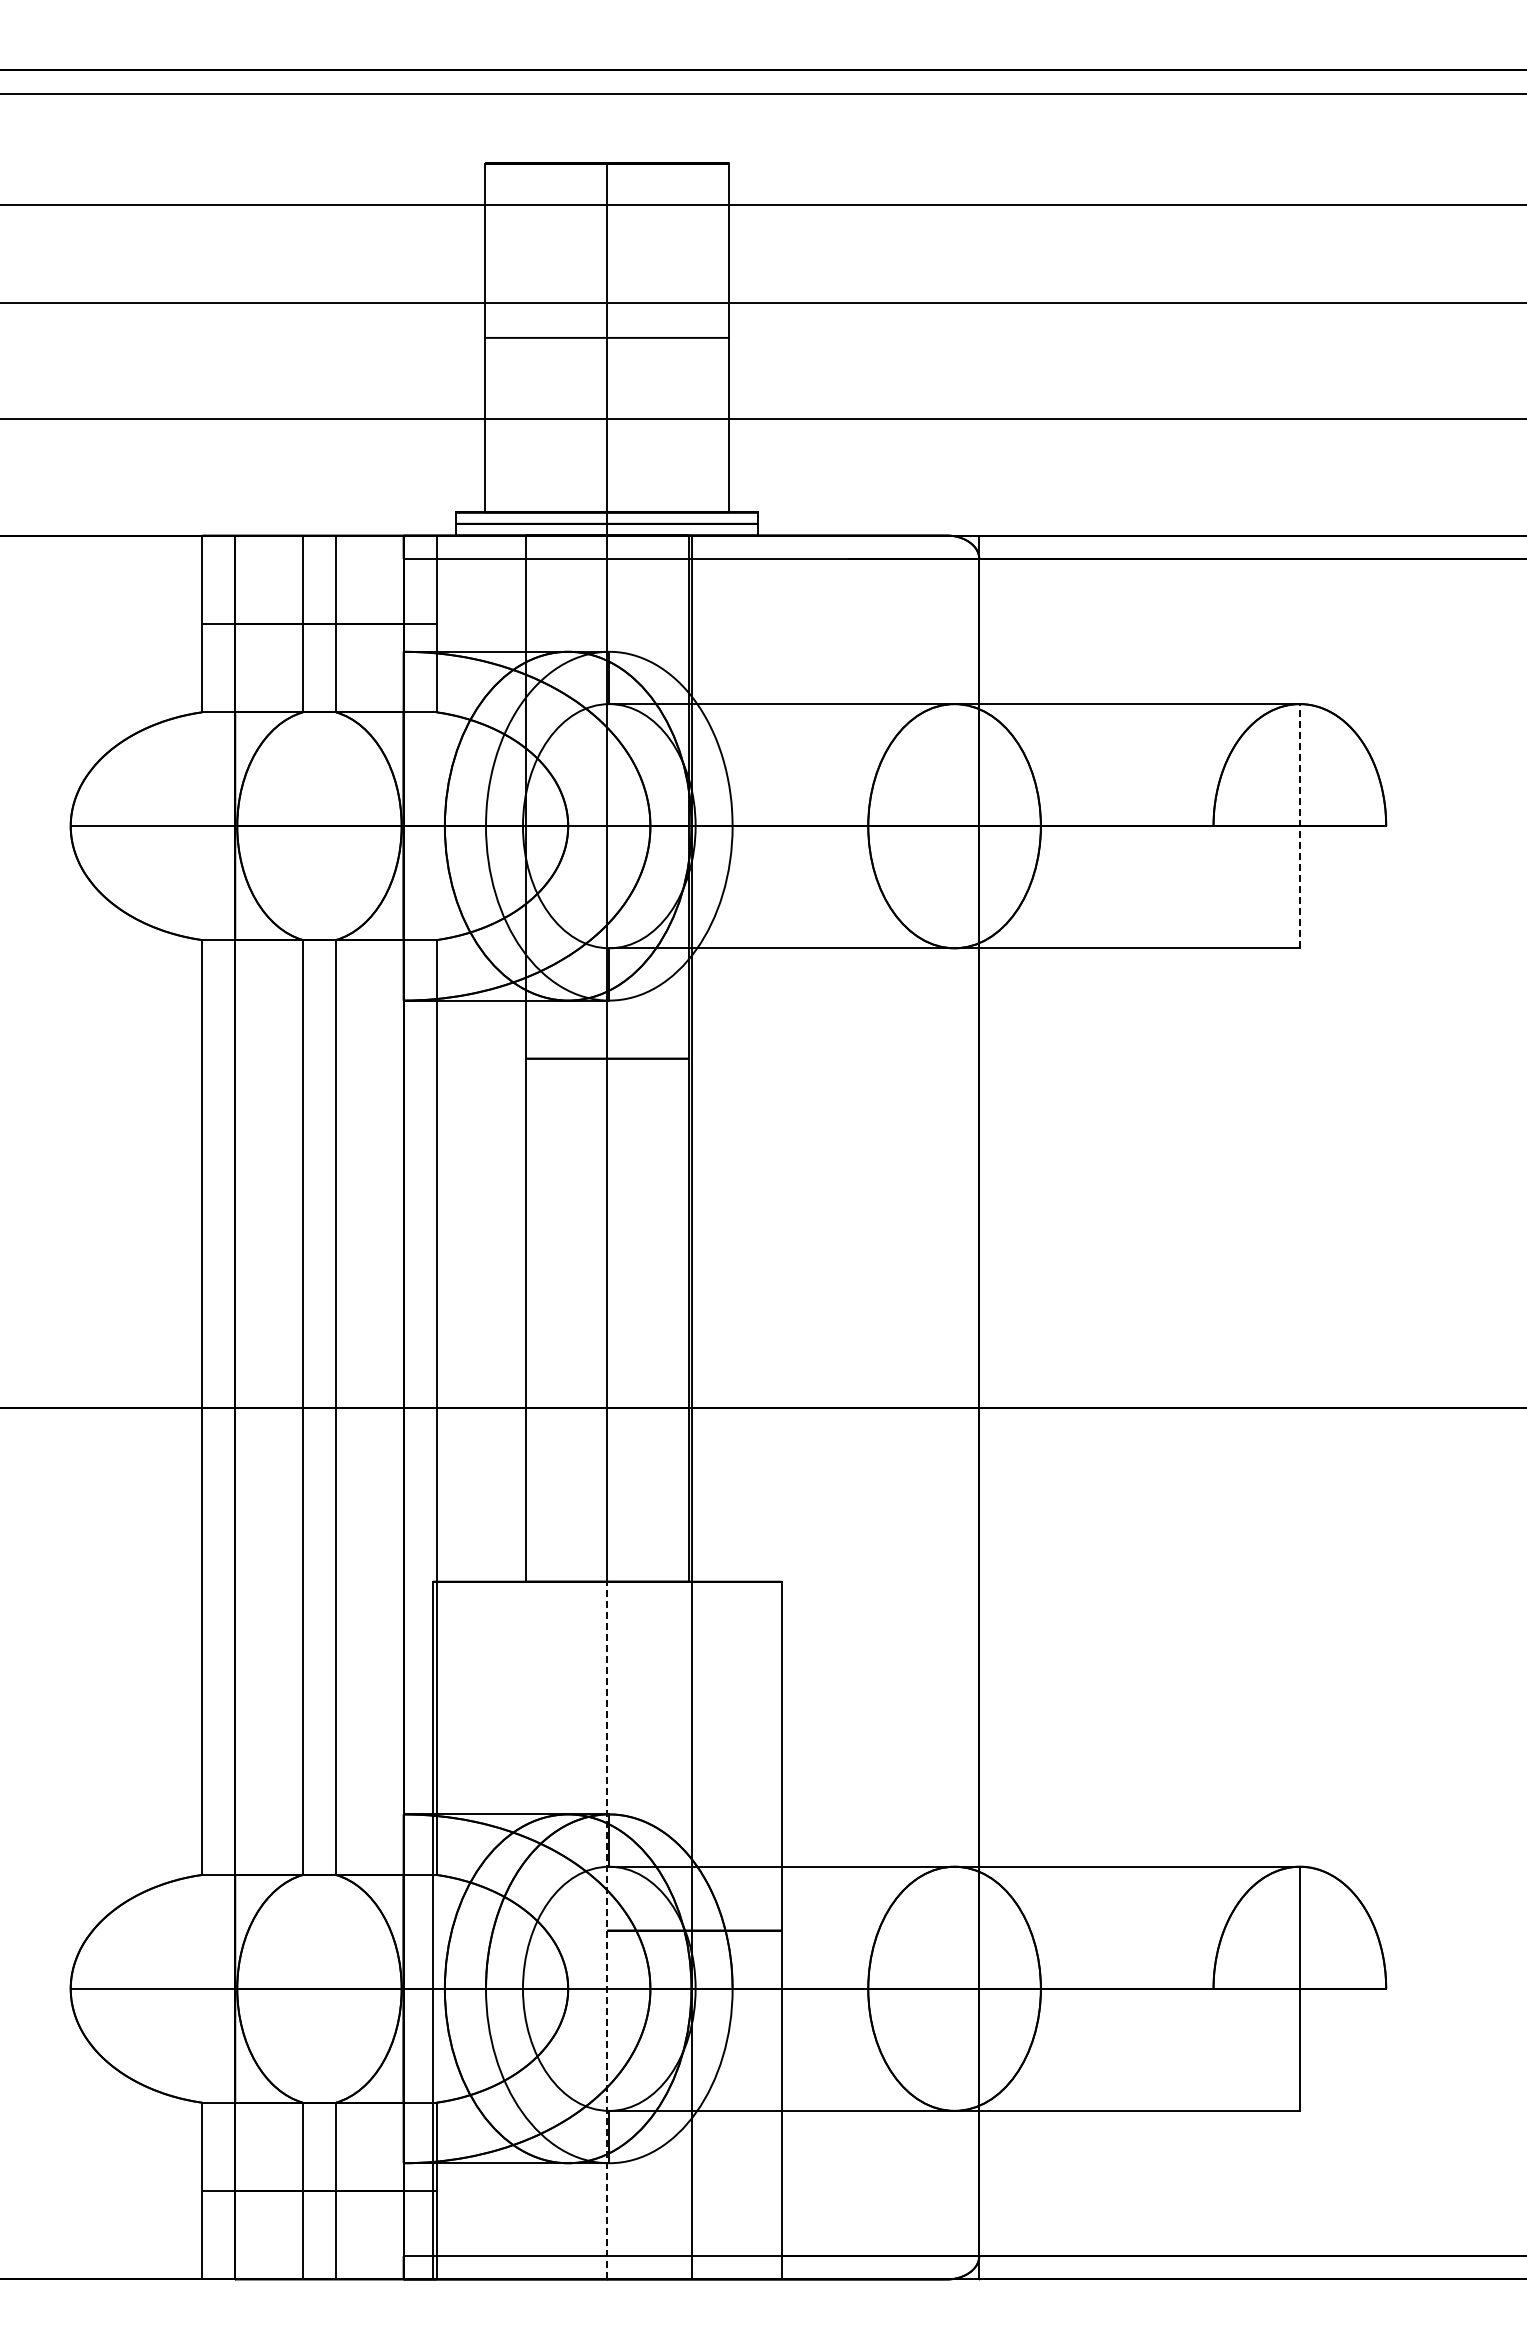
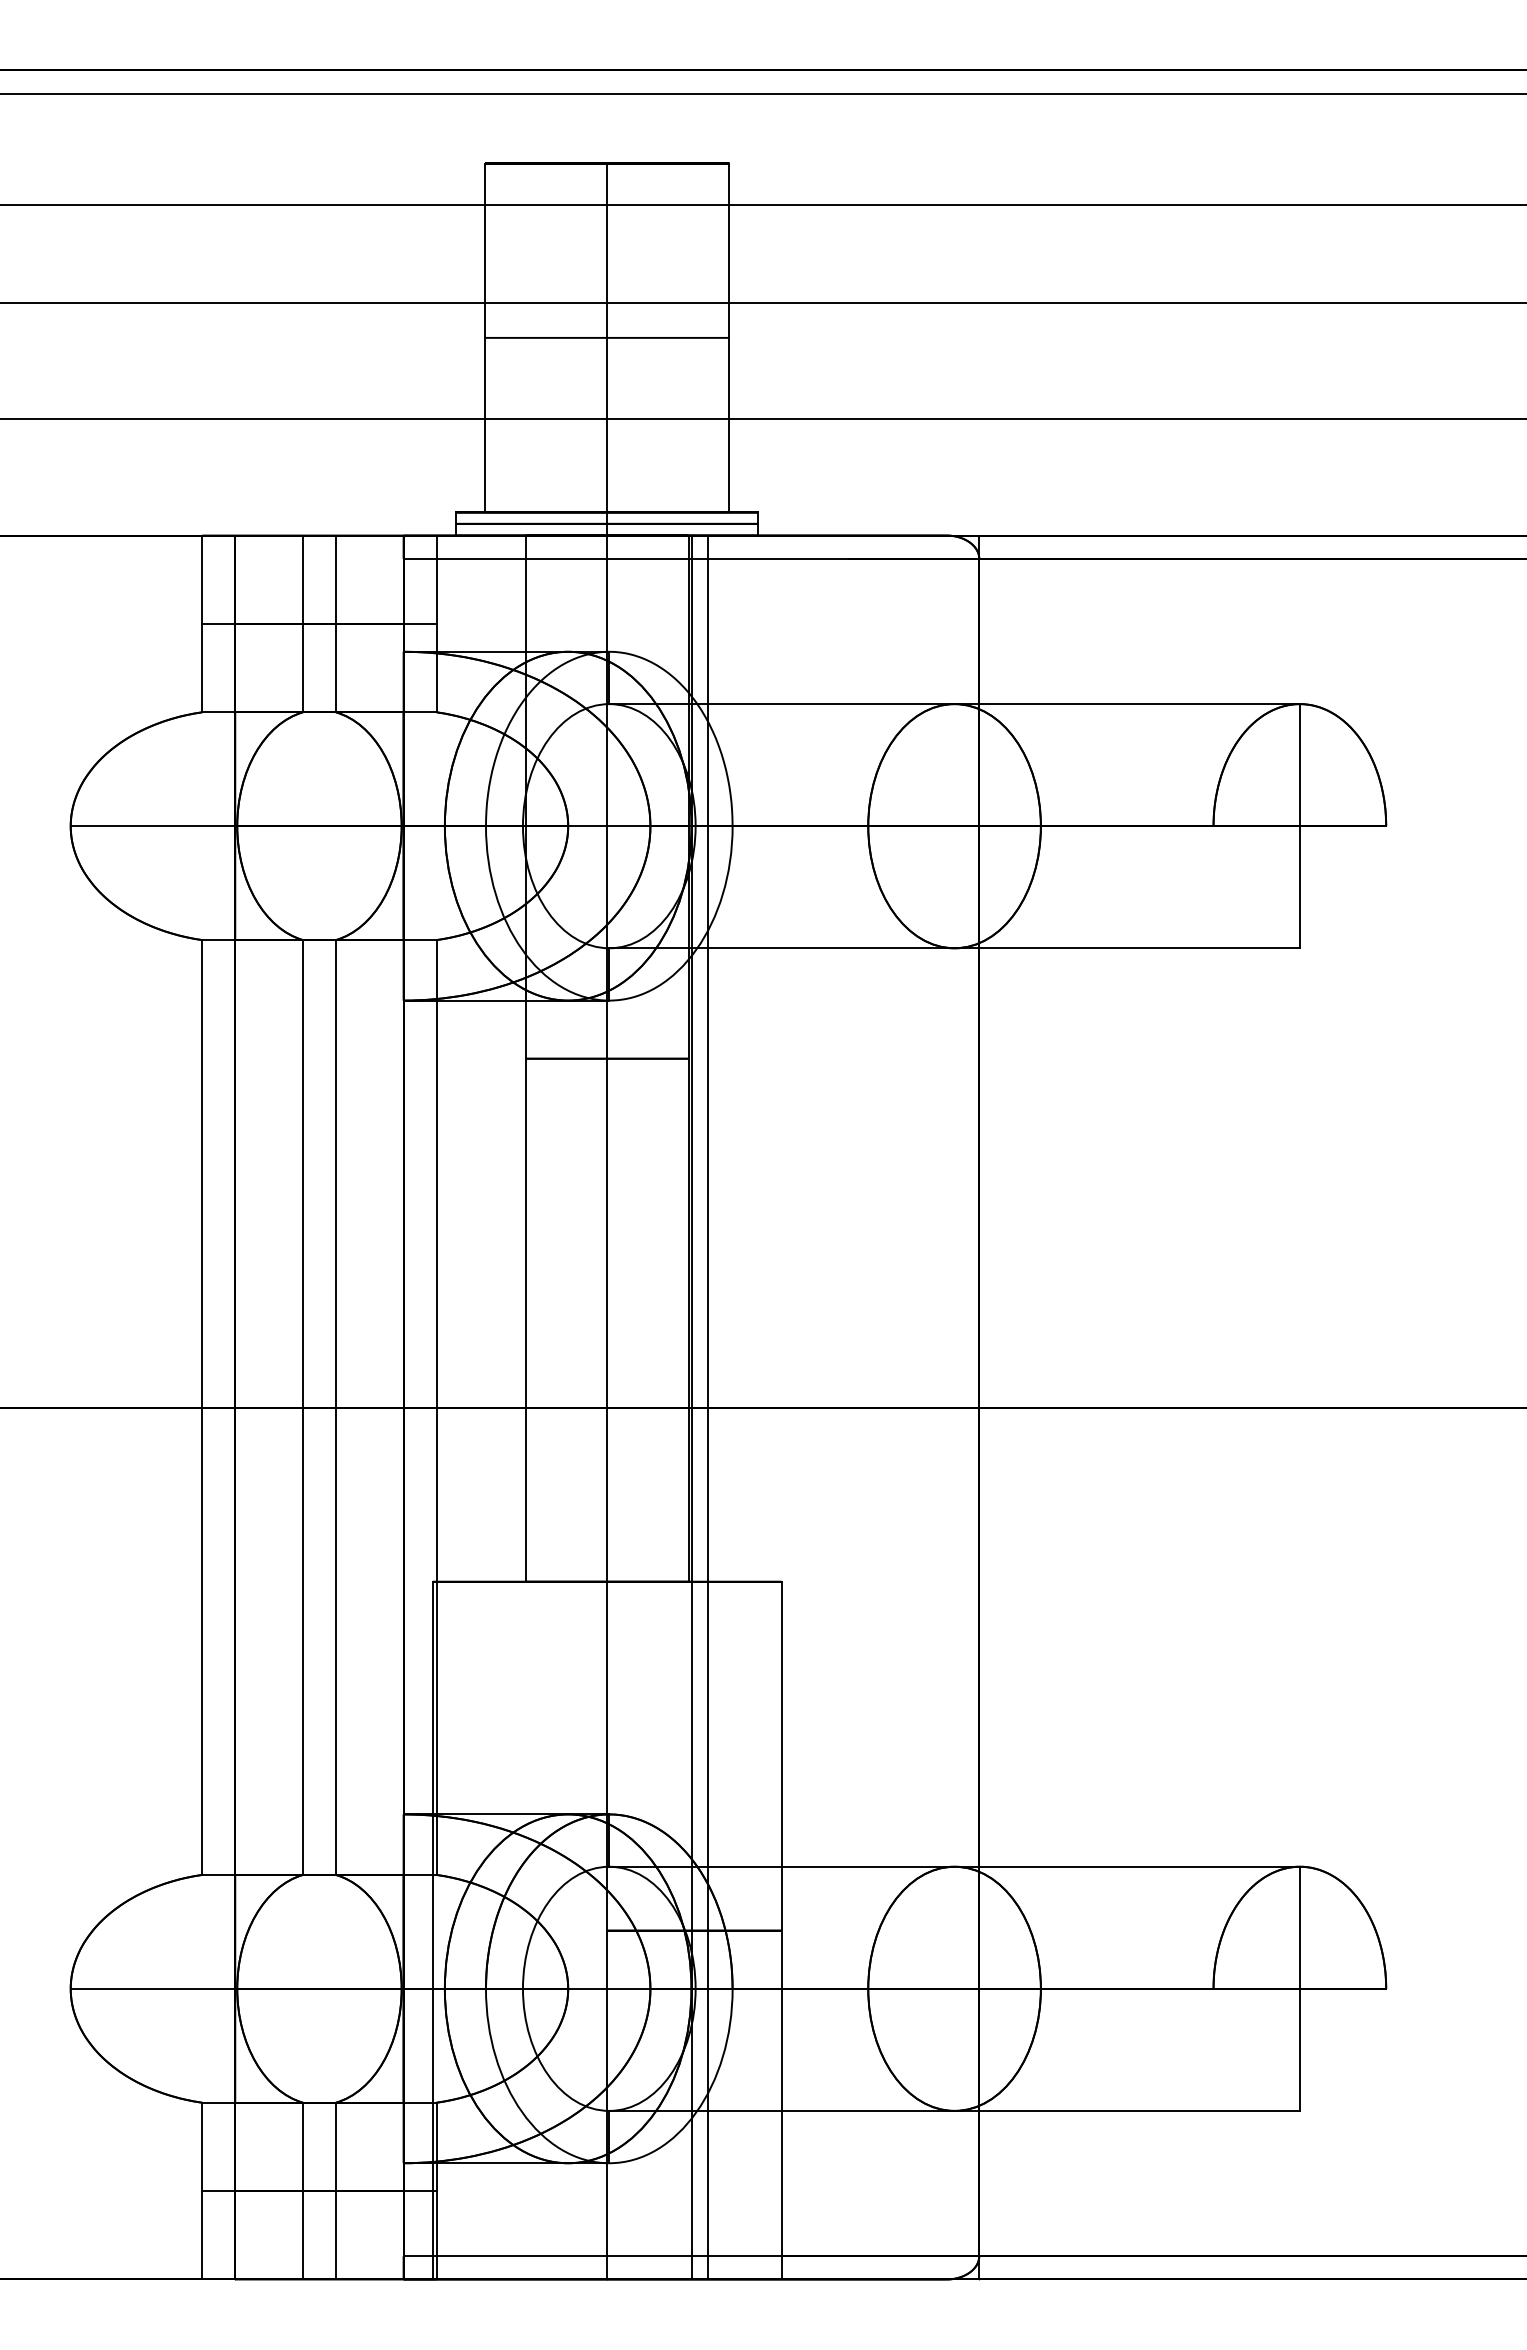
line at (1299, 825): dashed -> solid
line at (707, 1407): none -> present
line at (607, 1930): dashed -> solid
